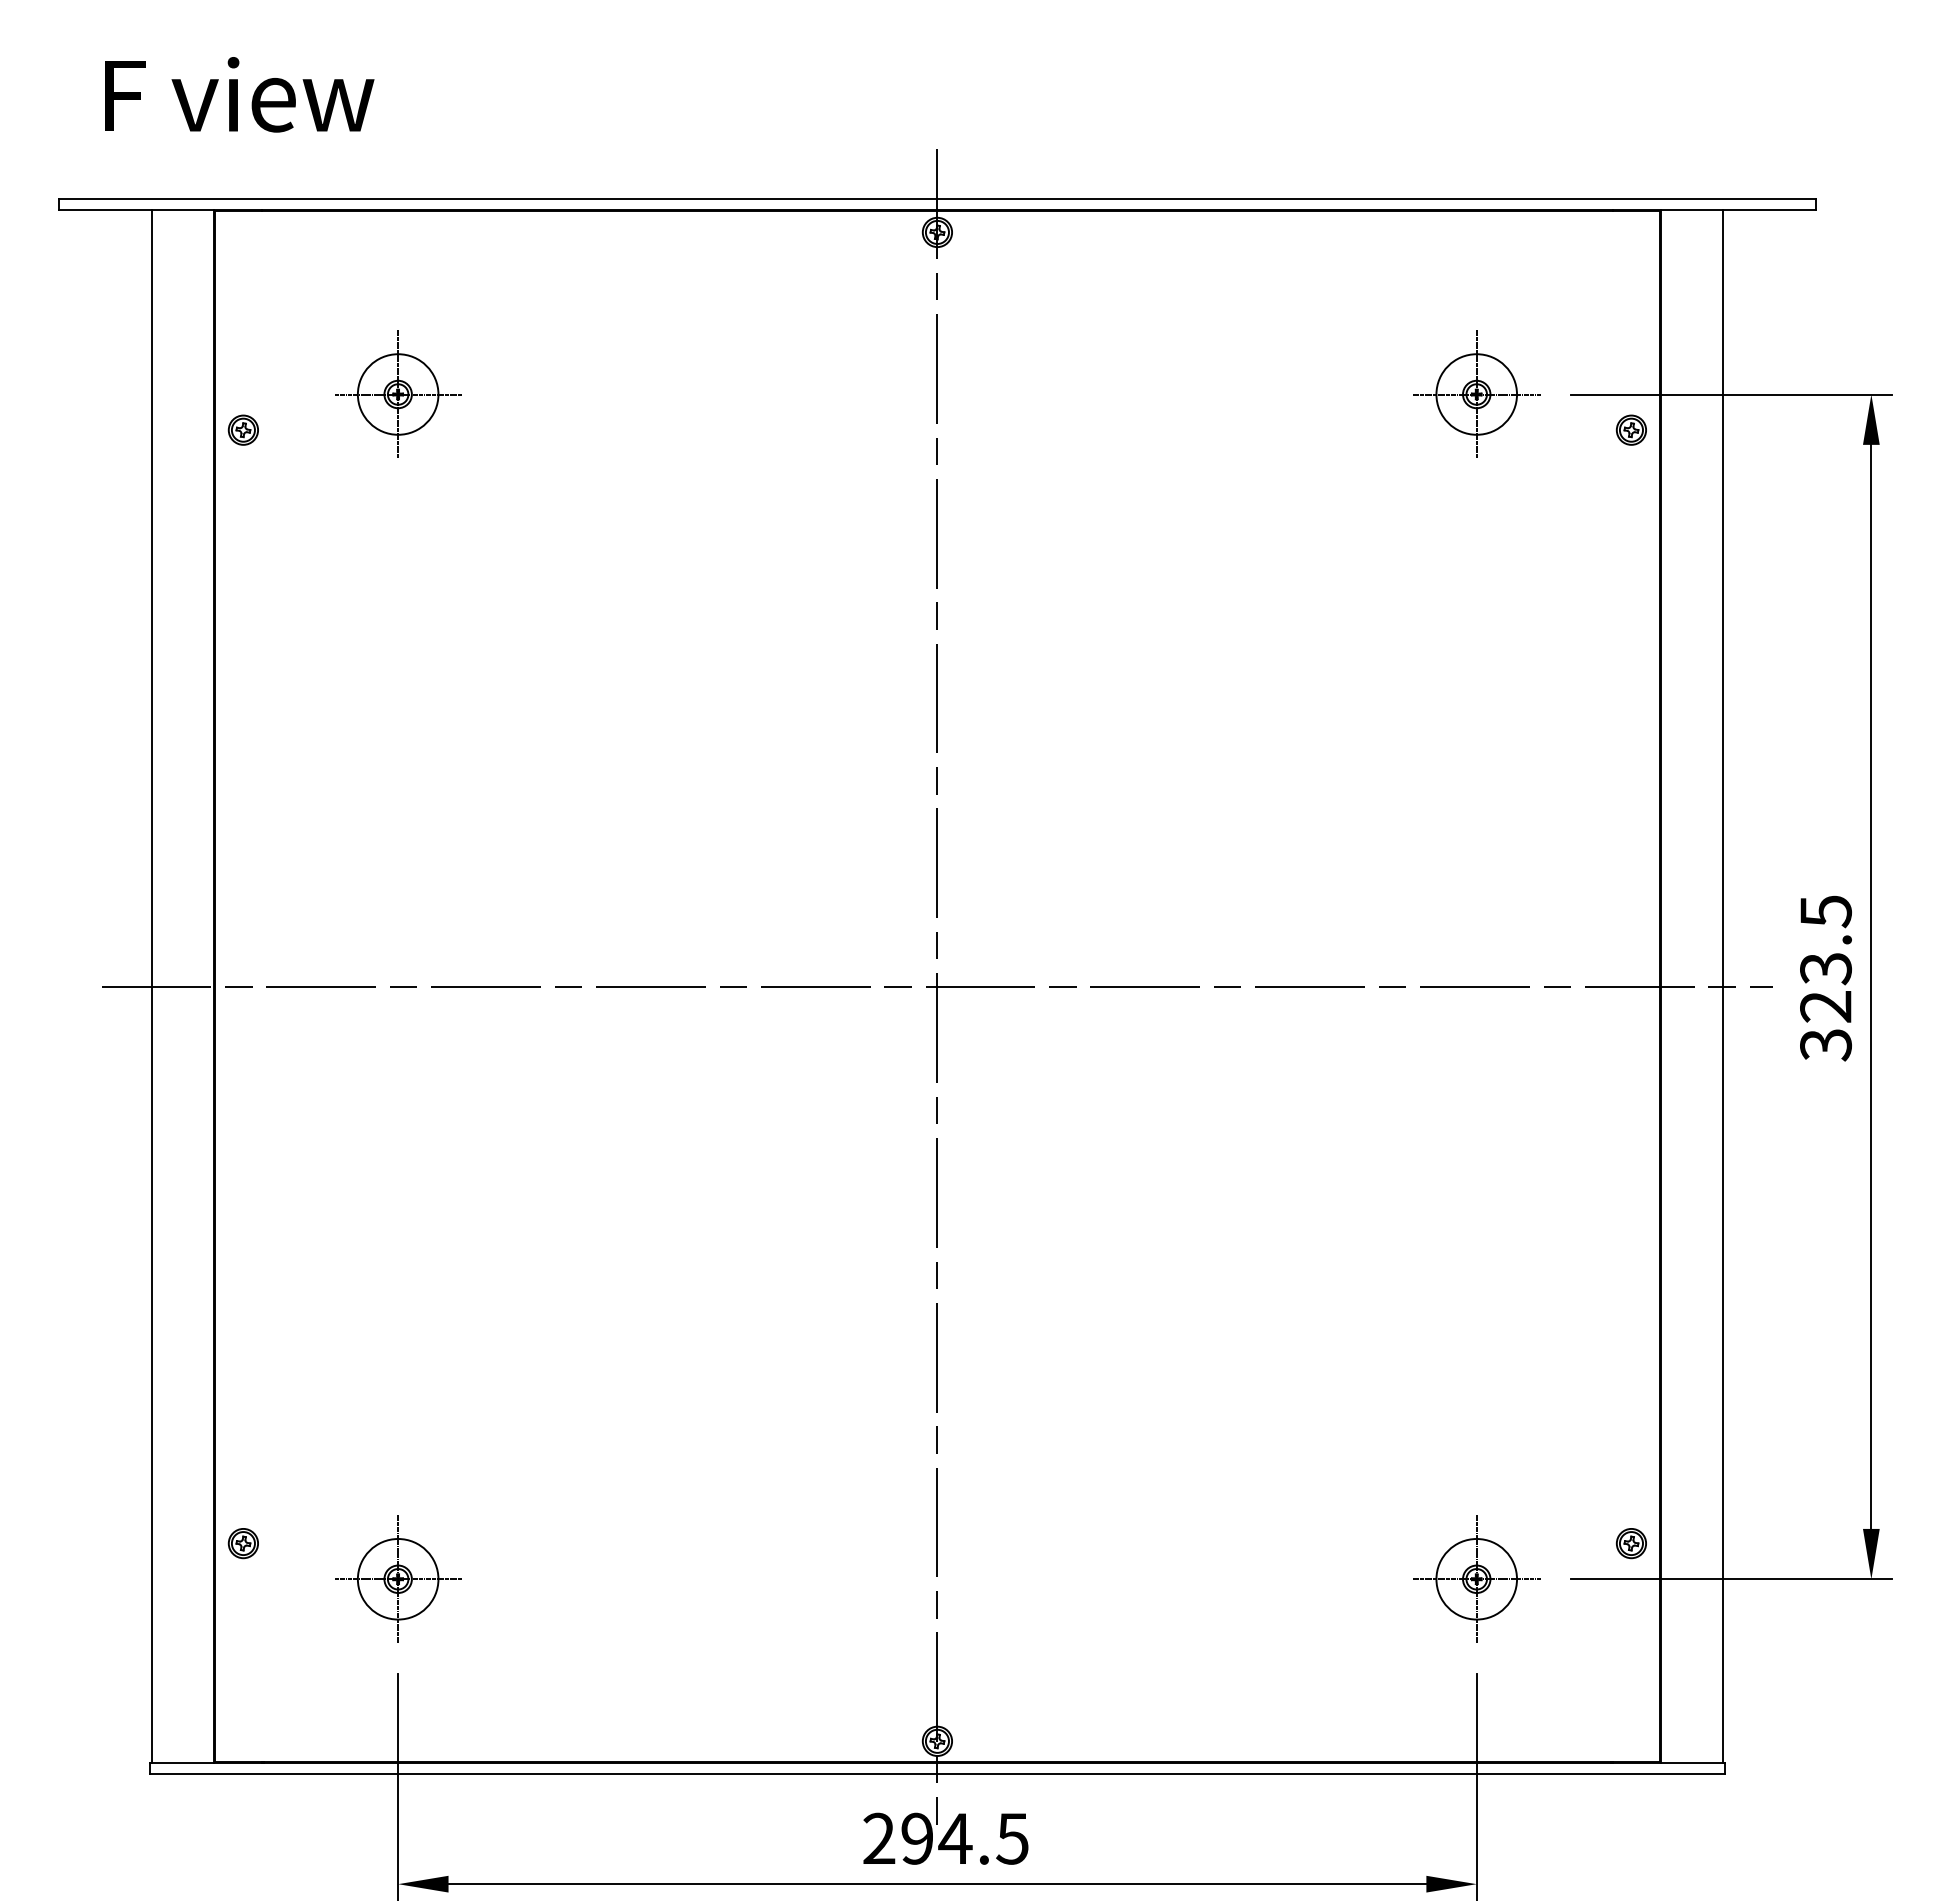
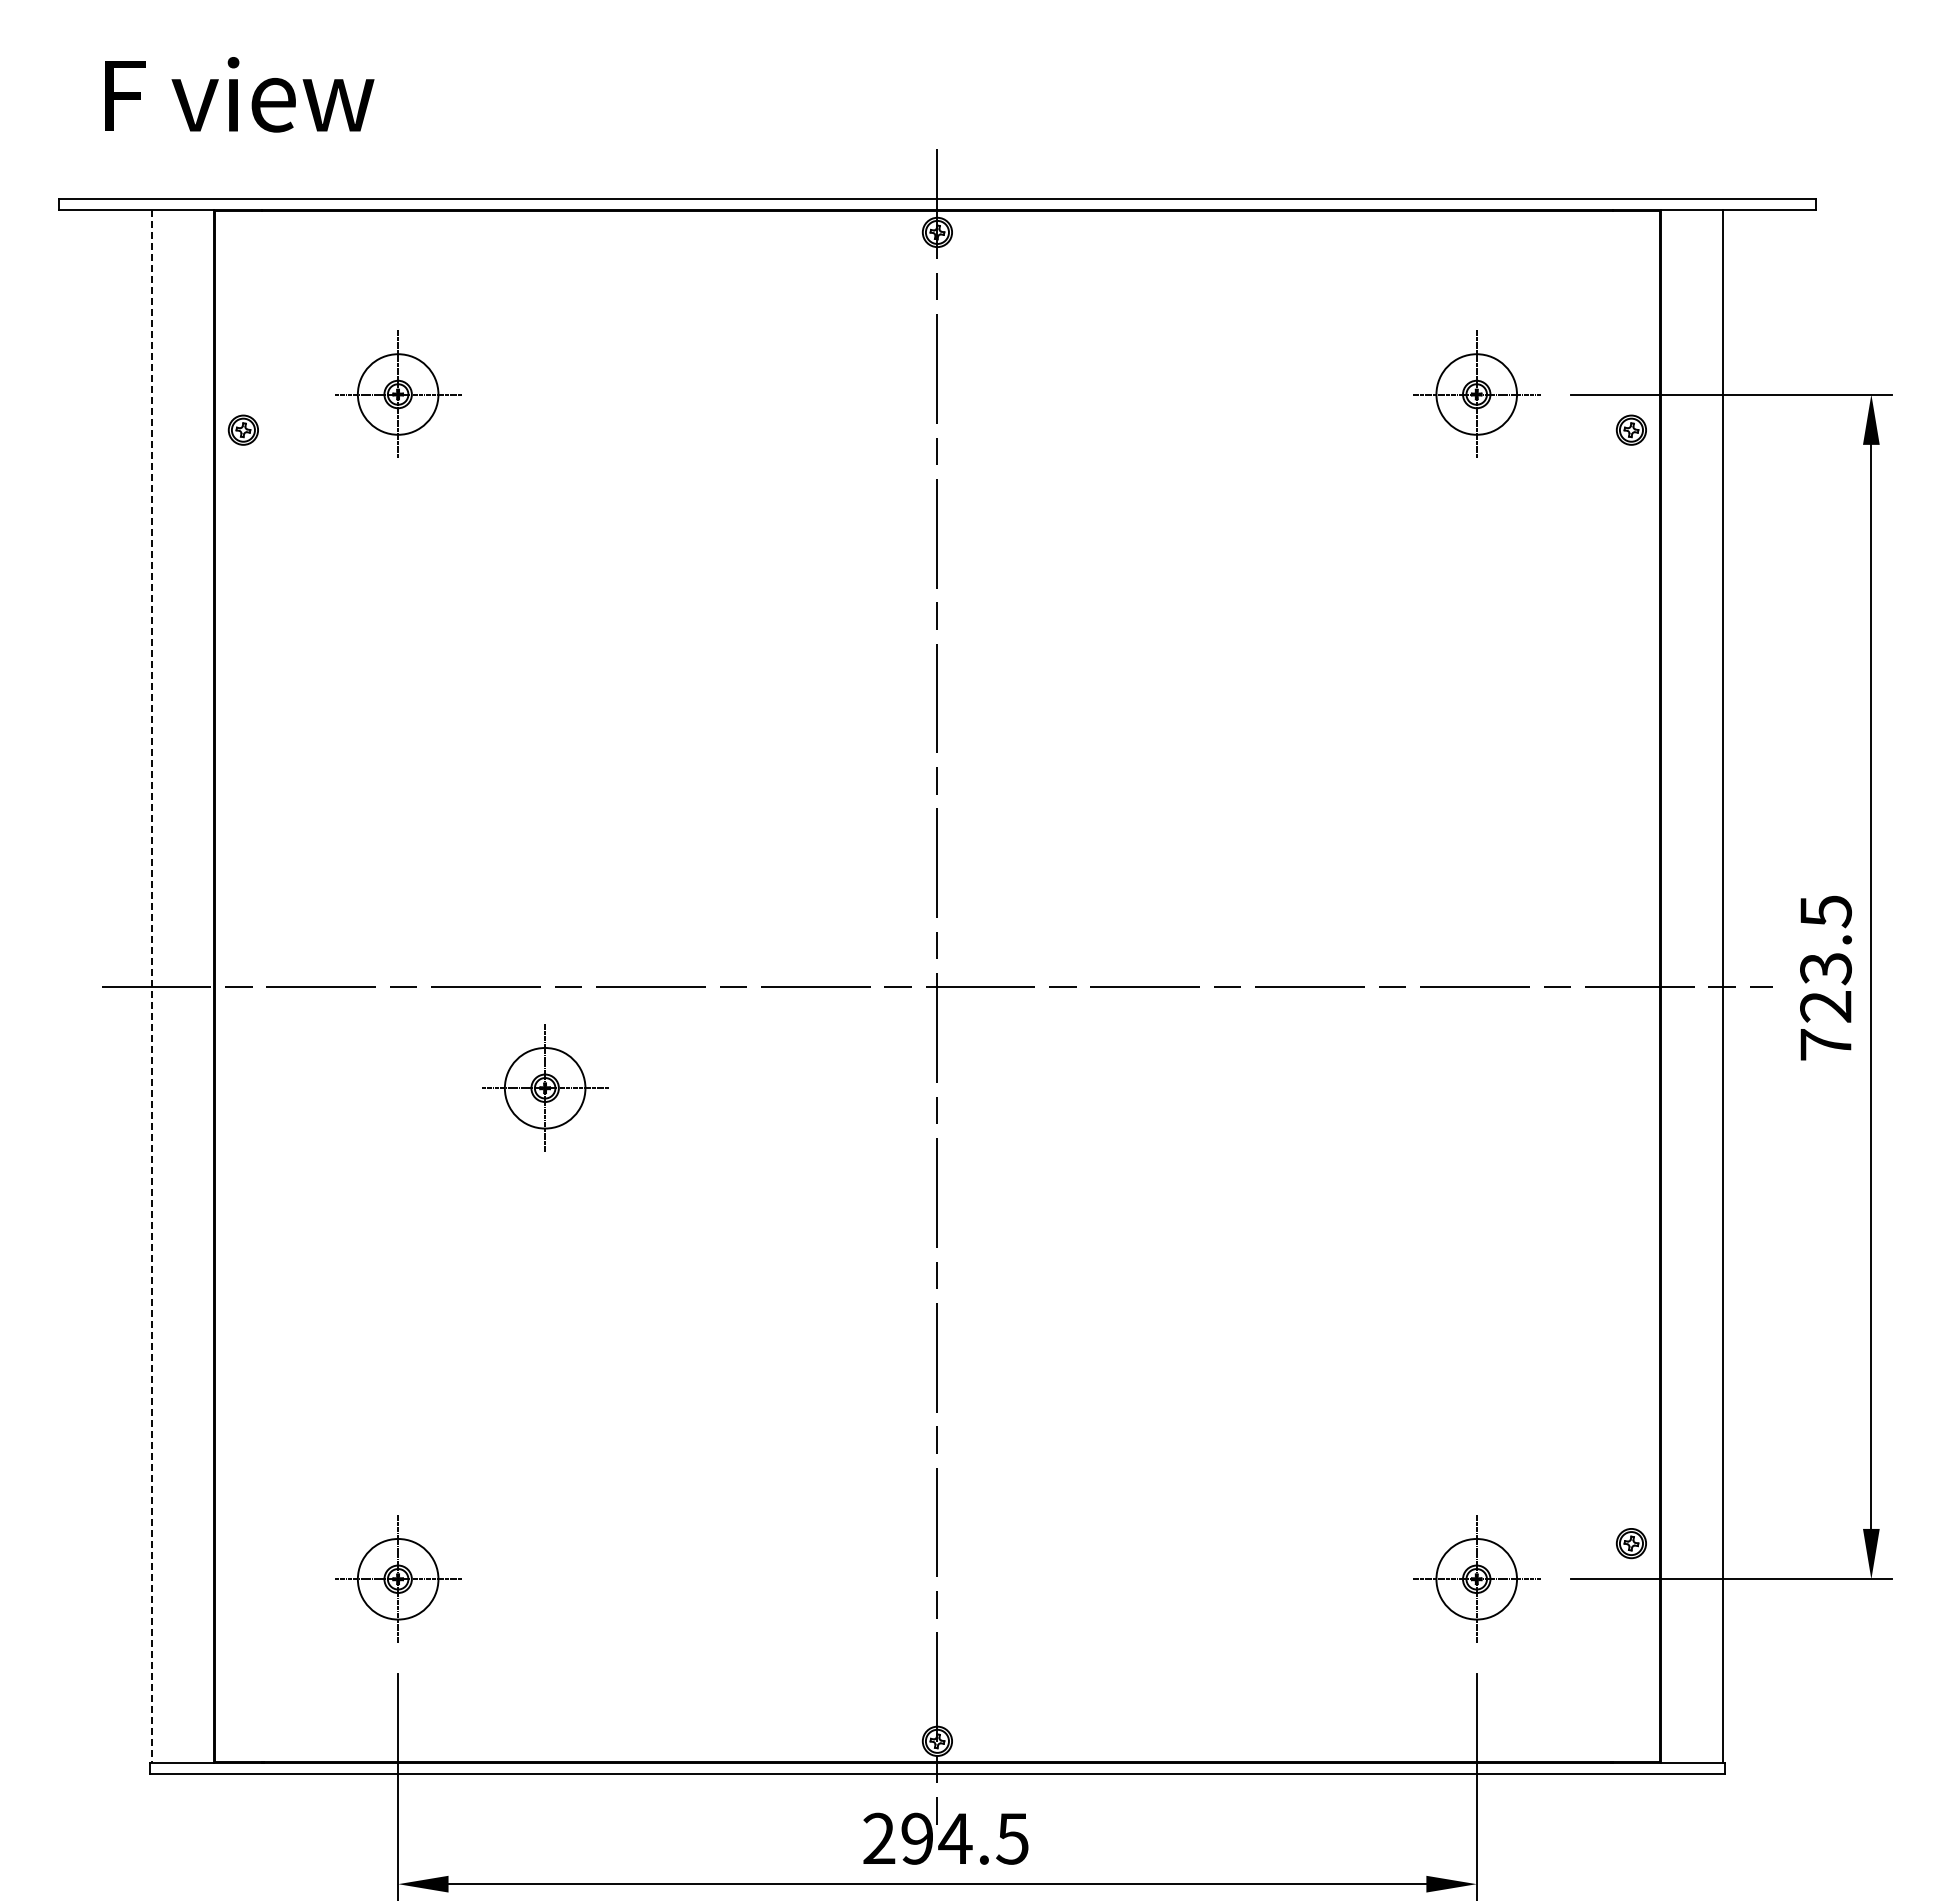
line at (151, 987): solid -> dashed
text at (1825, 1045): 323.5 -> 723.5
part at (545, 1087): none -> present
part at (242, 1543): present -> none
